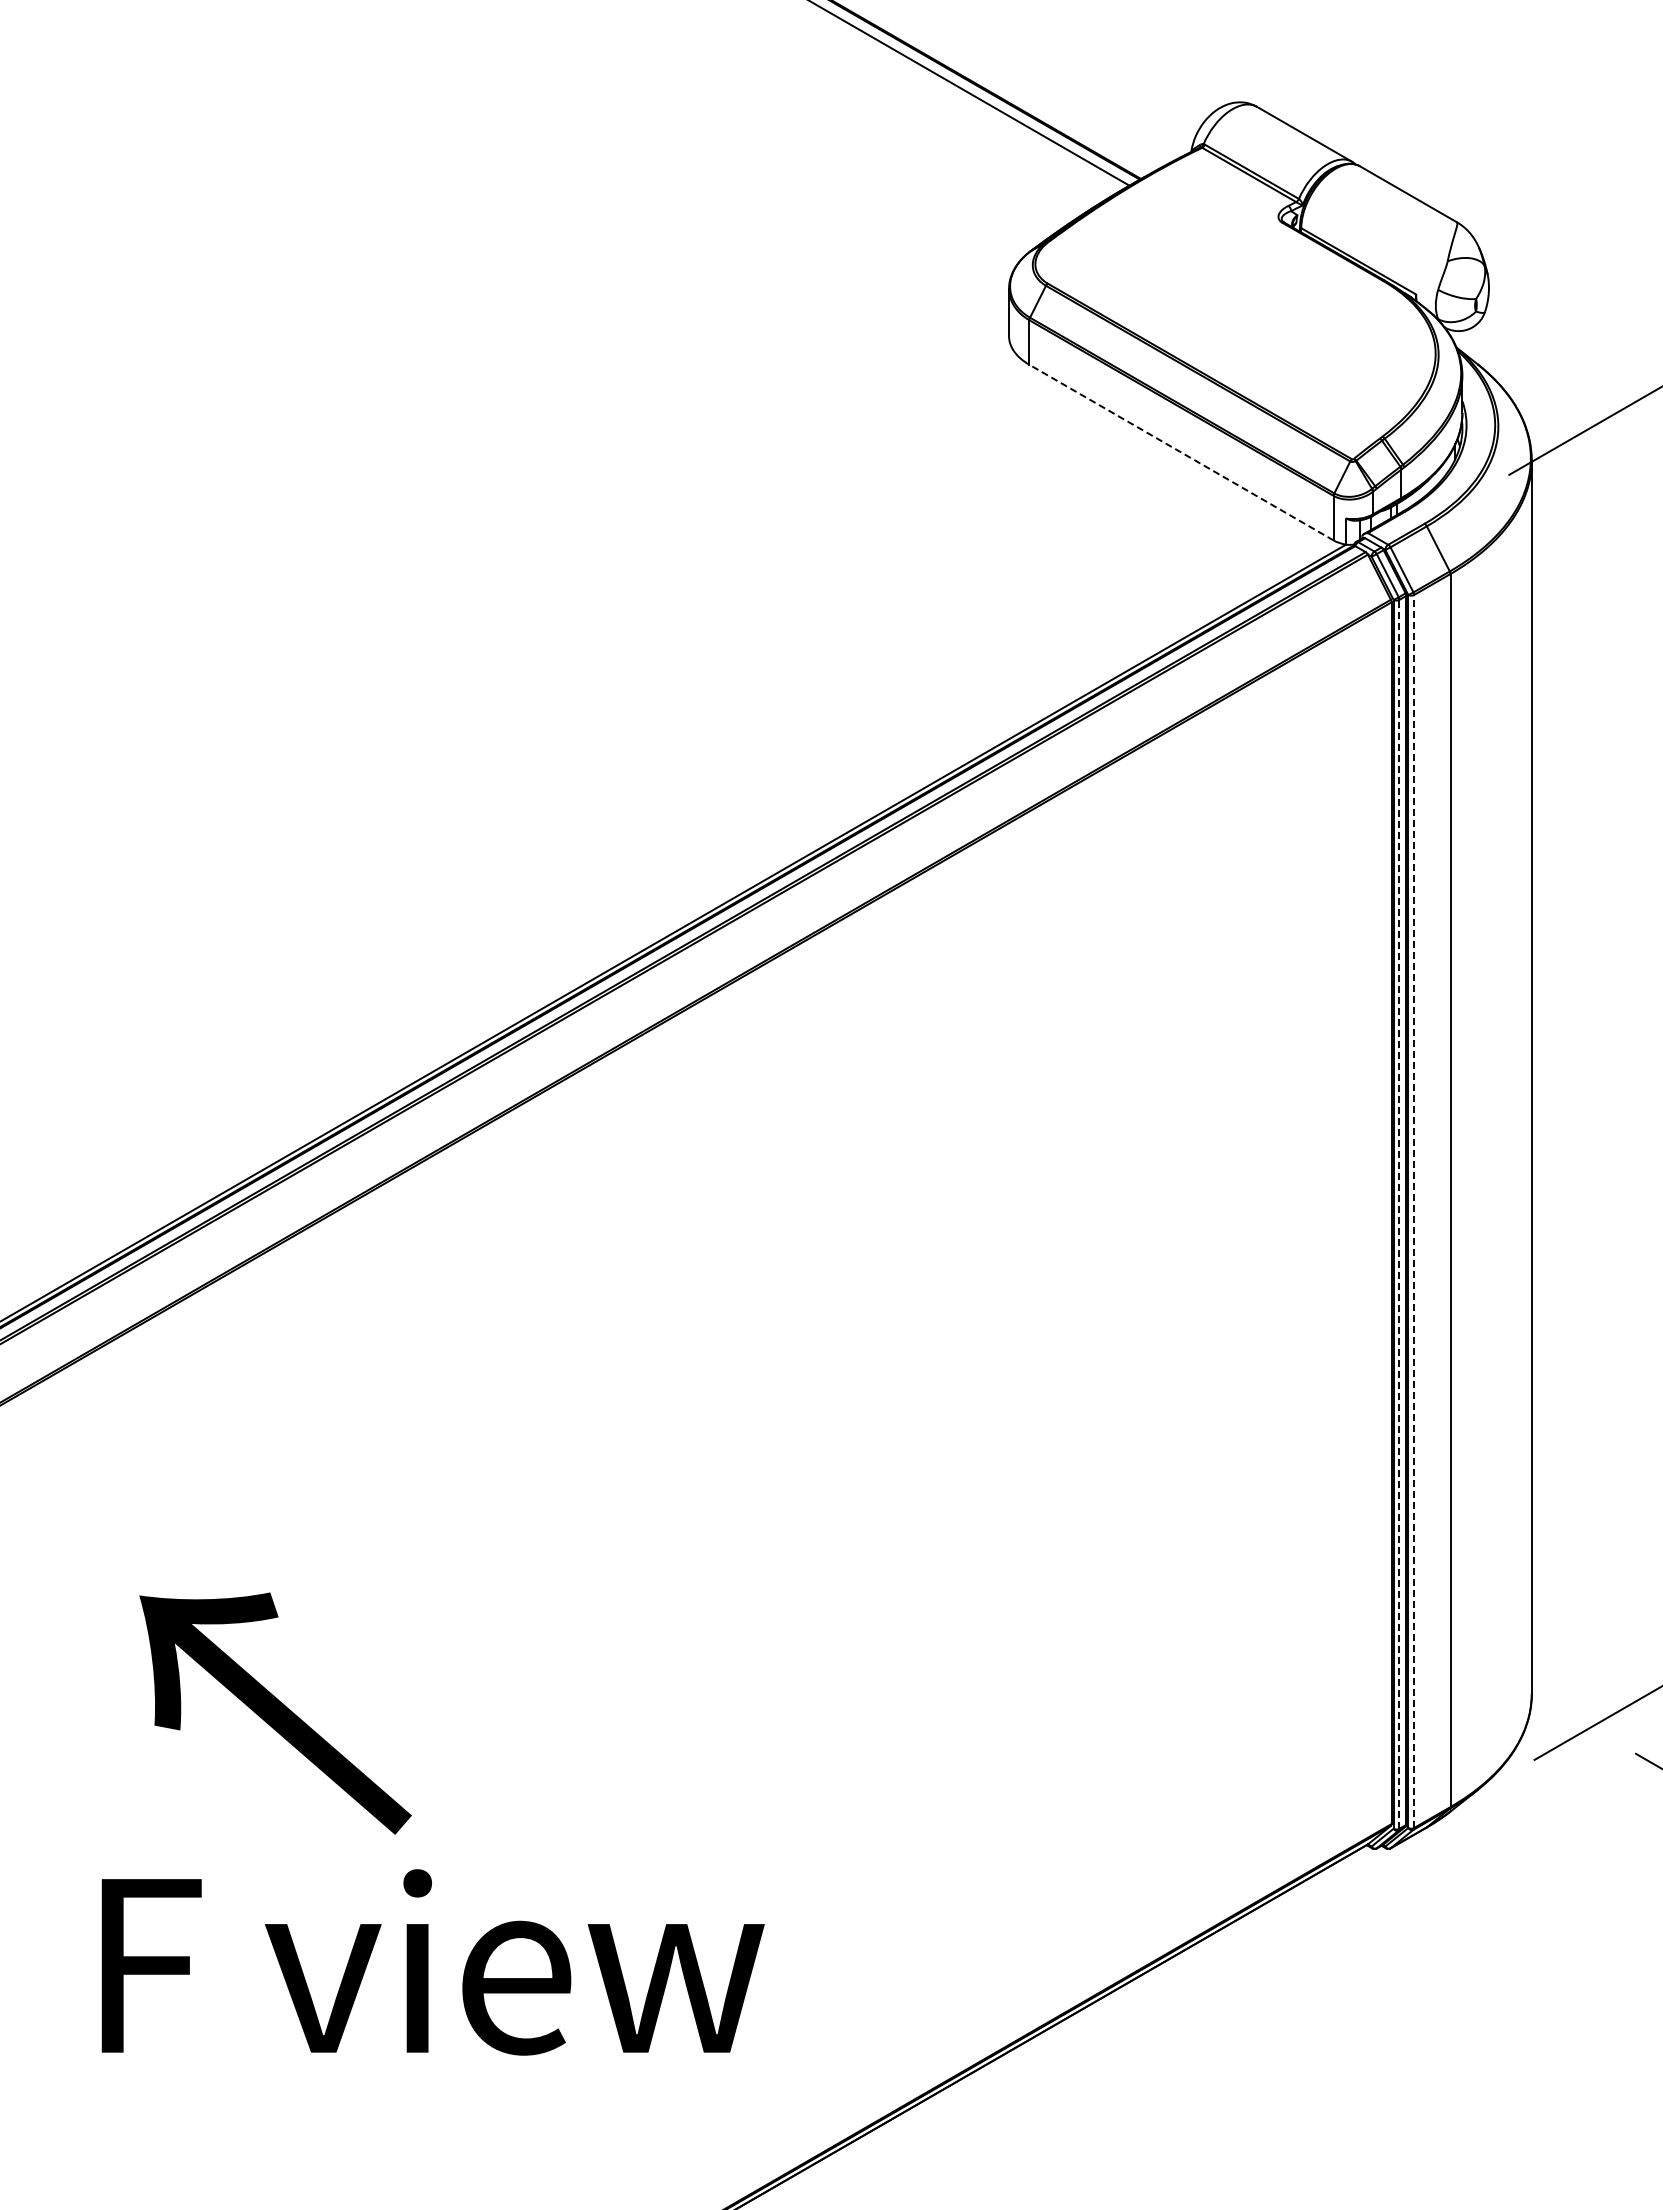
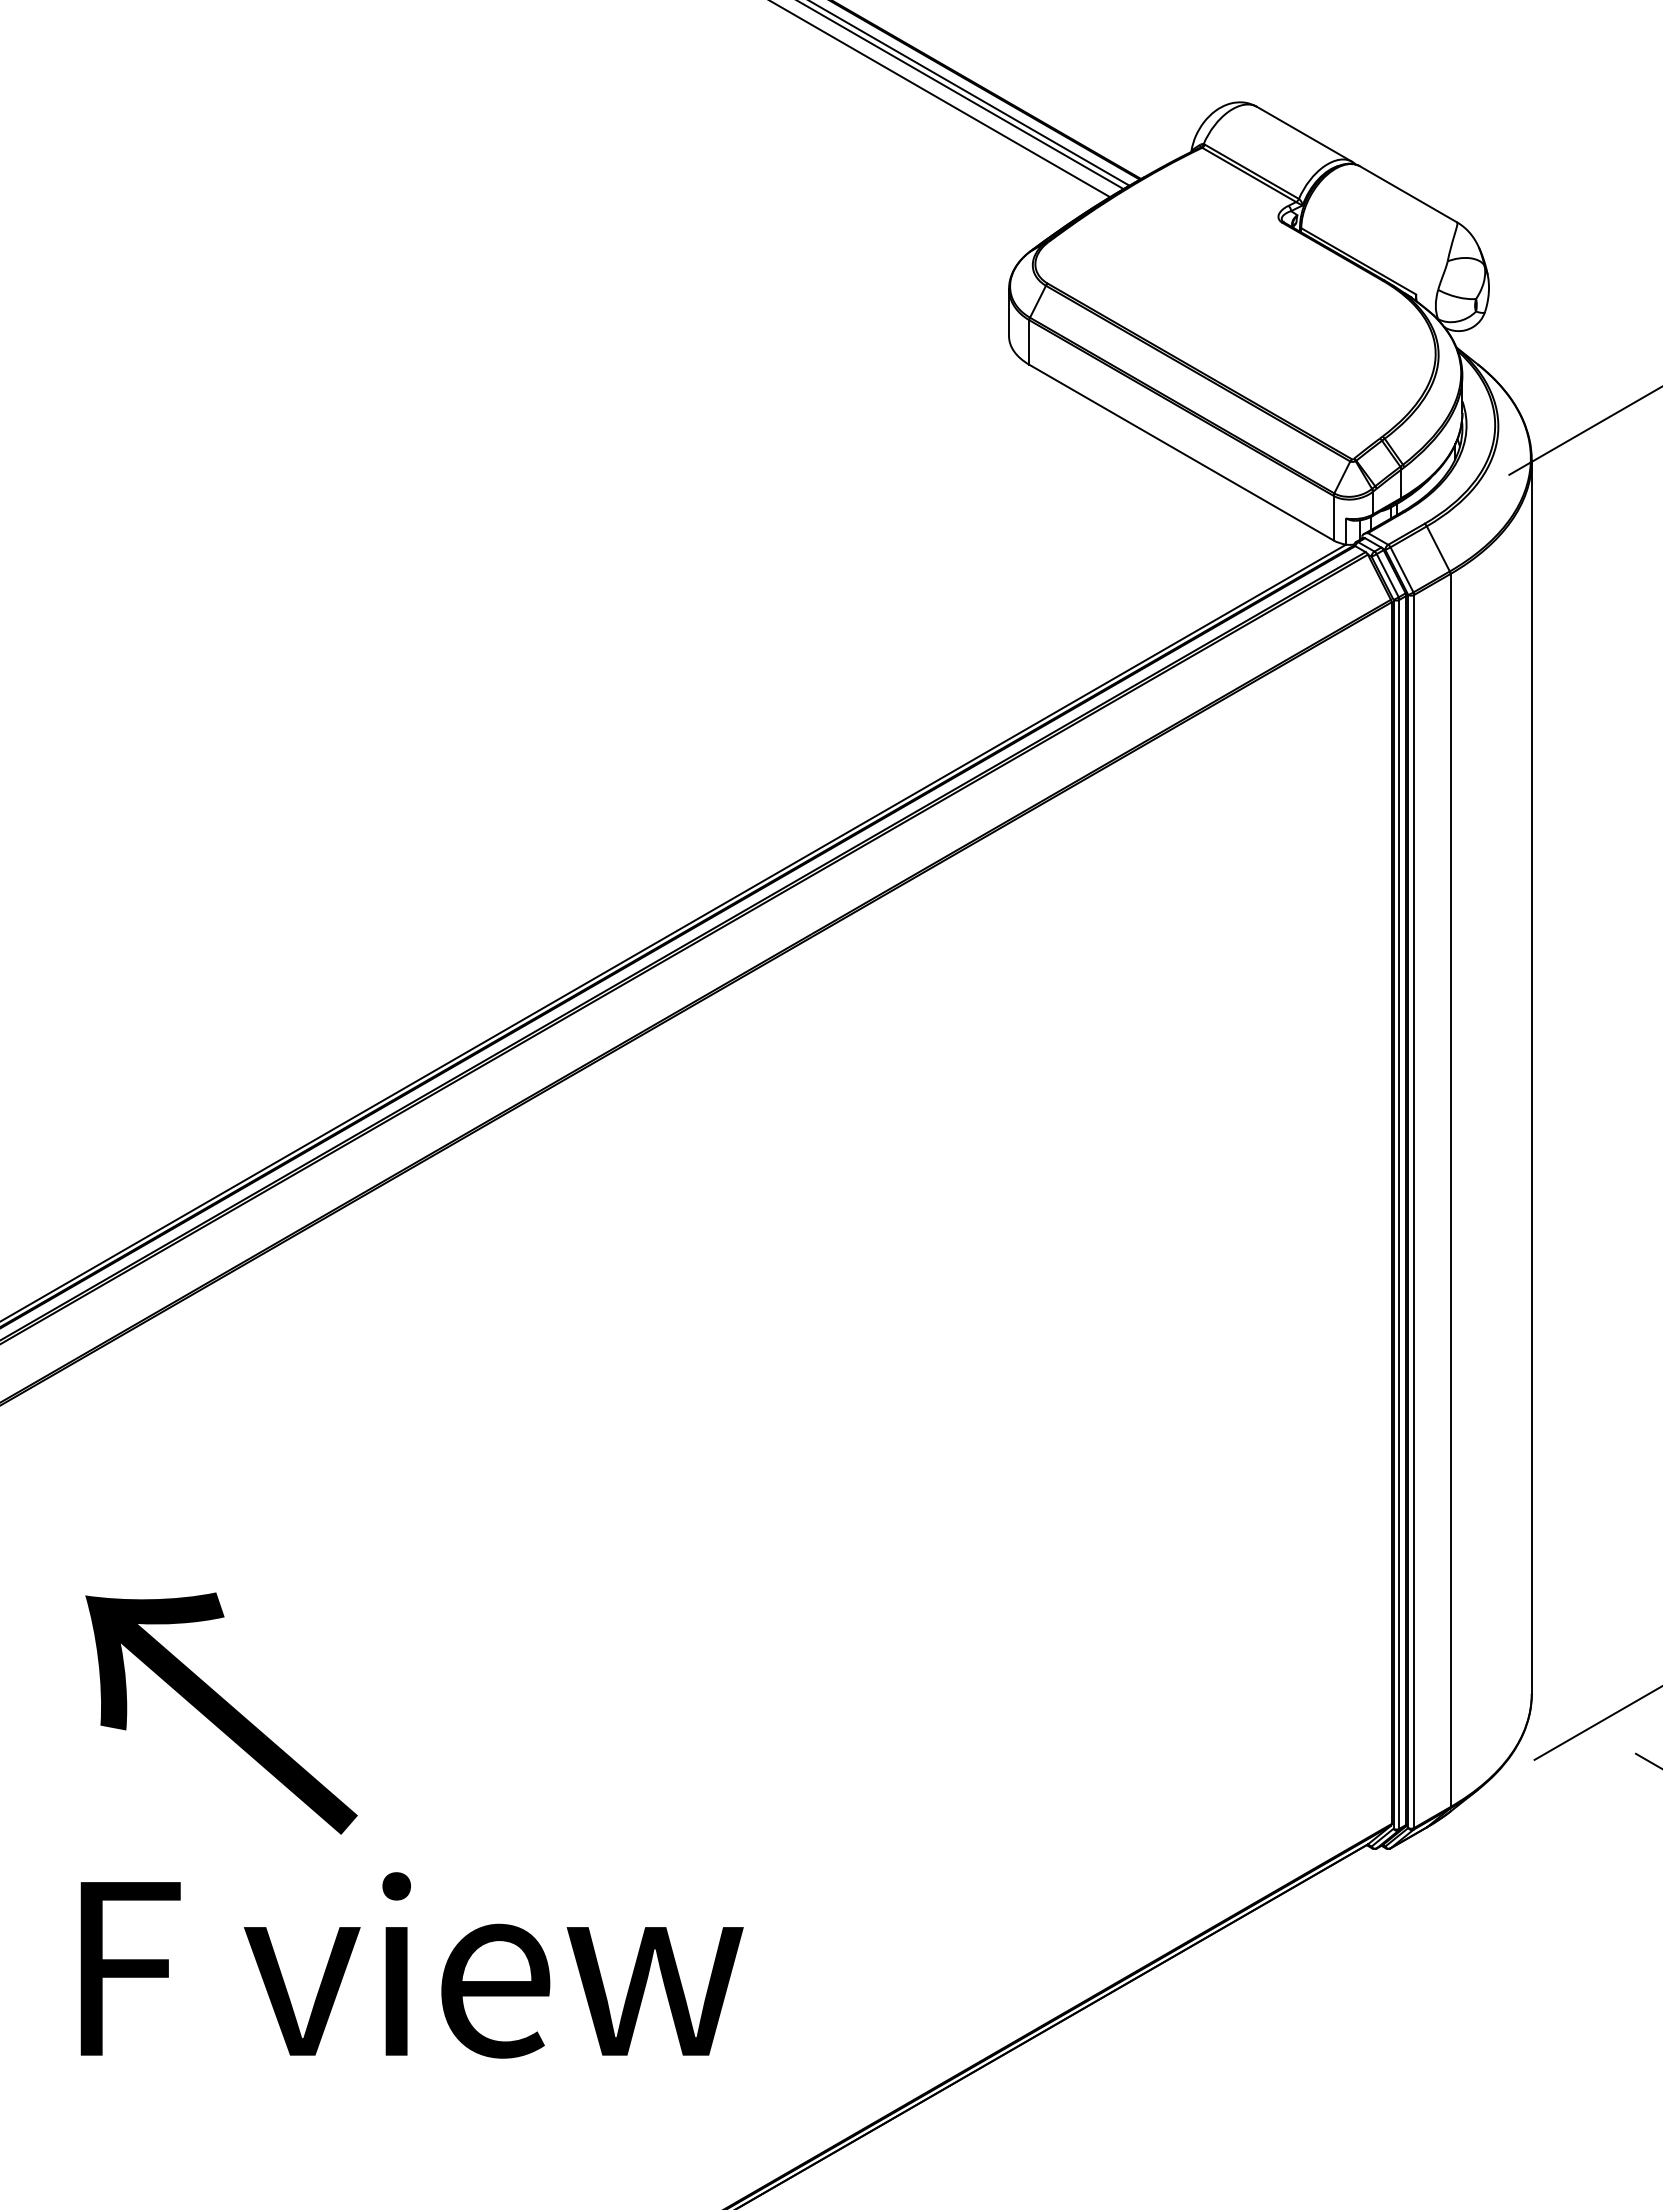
line at (961, 95): none -> present
line at (941, 99): none -> present
line at (1181, 452): dashed -> solid
line at (1414, 1211): dashed -> solid
line at (1399, 1213): dashed -> solid
text at (275, 1713) position: (275, 1713) -> (221, 1713)
text at (432, 1962) position: (432, 1962) -> (411, 1965)
